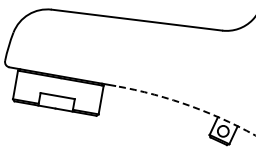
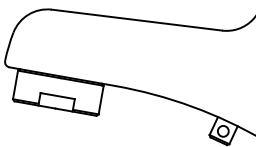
arc at (186, 104): dashed -> solid
